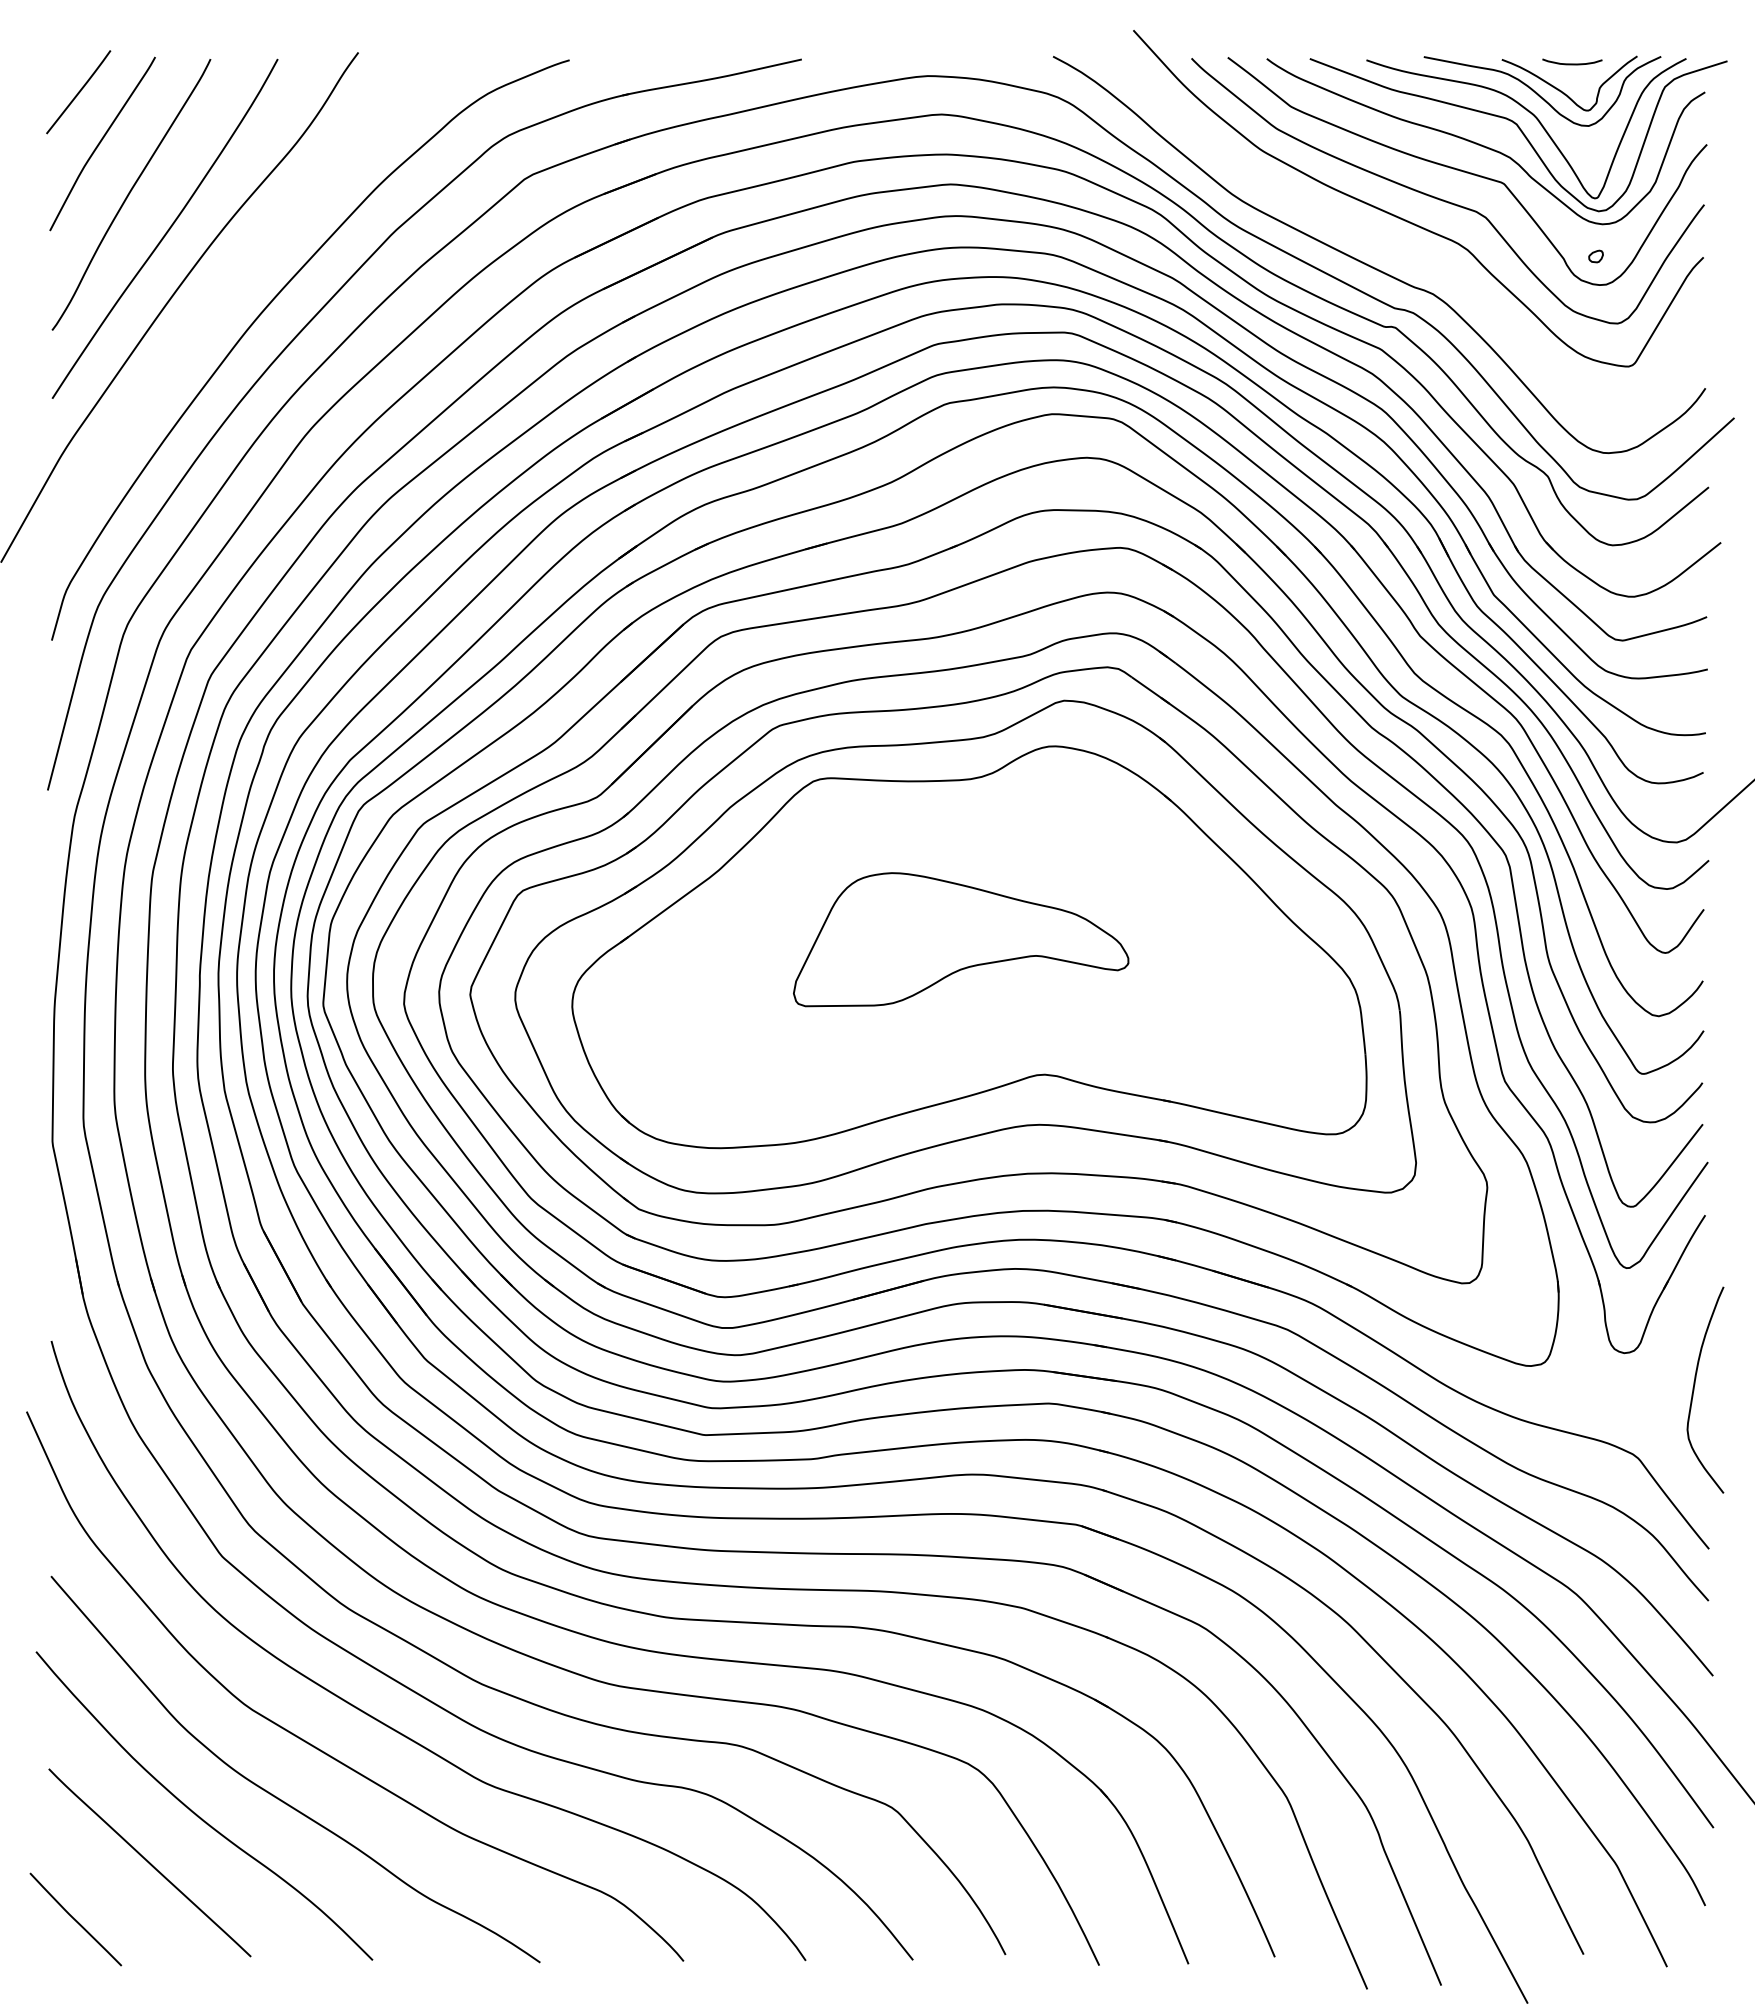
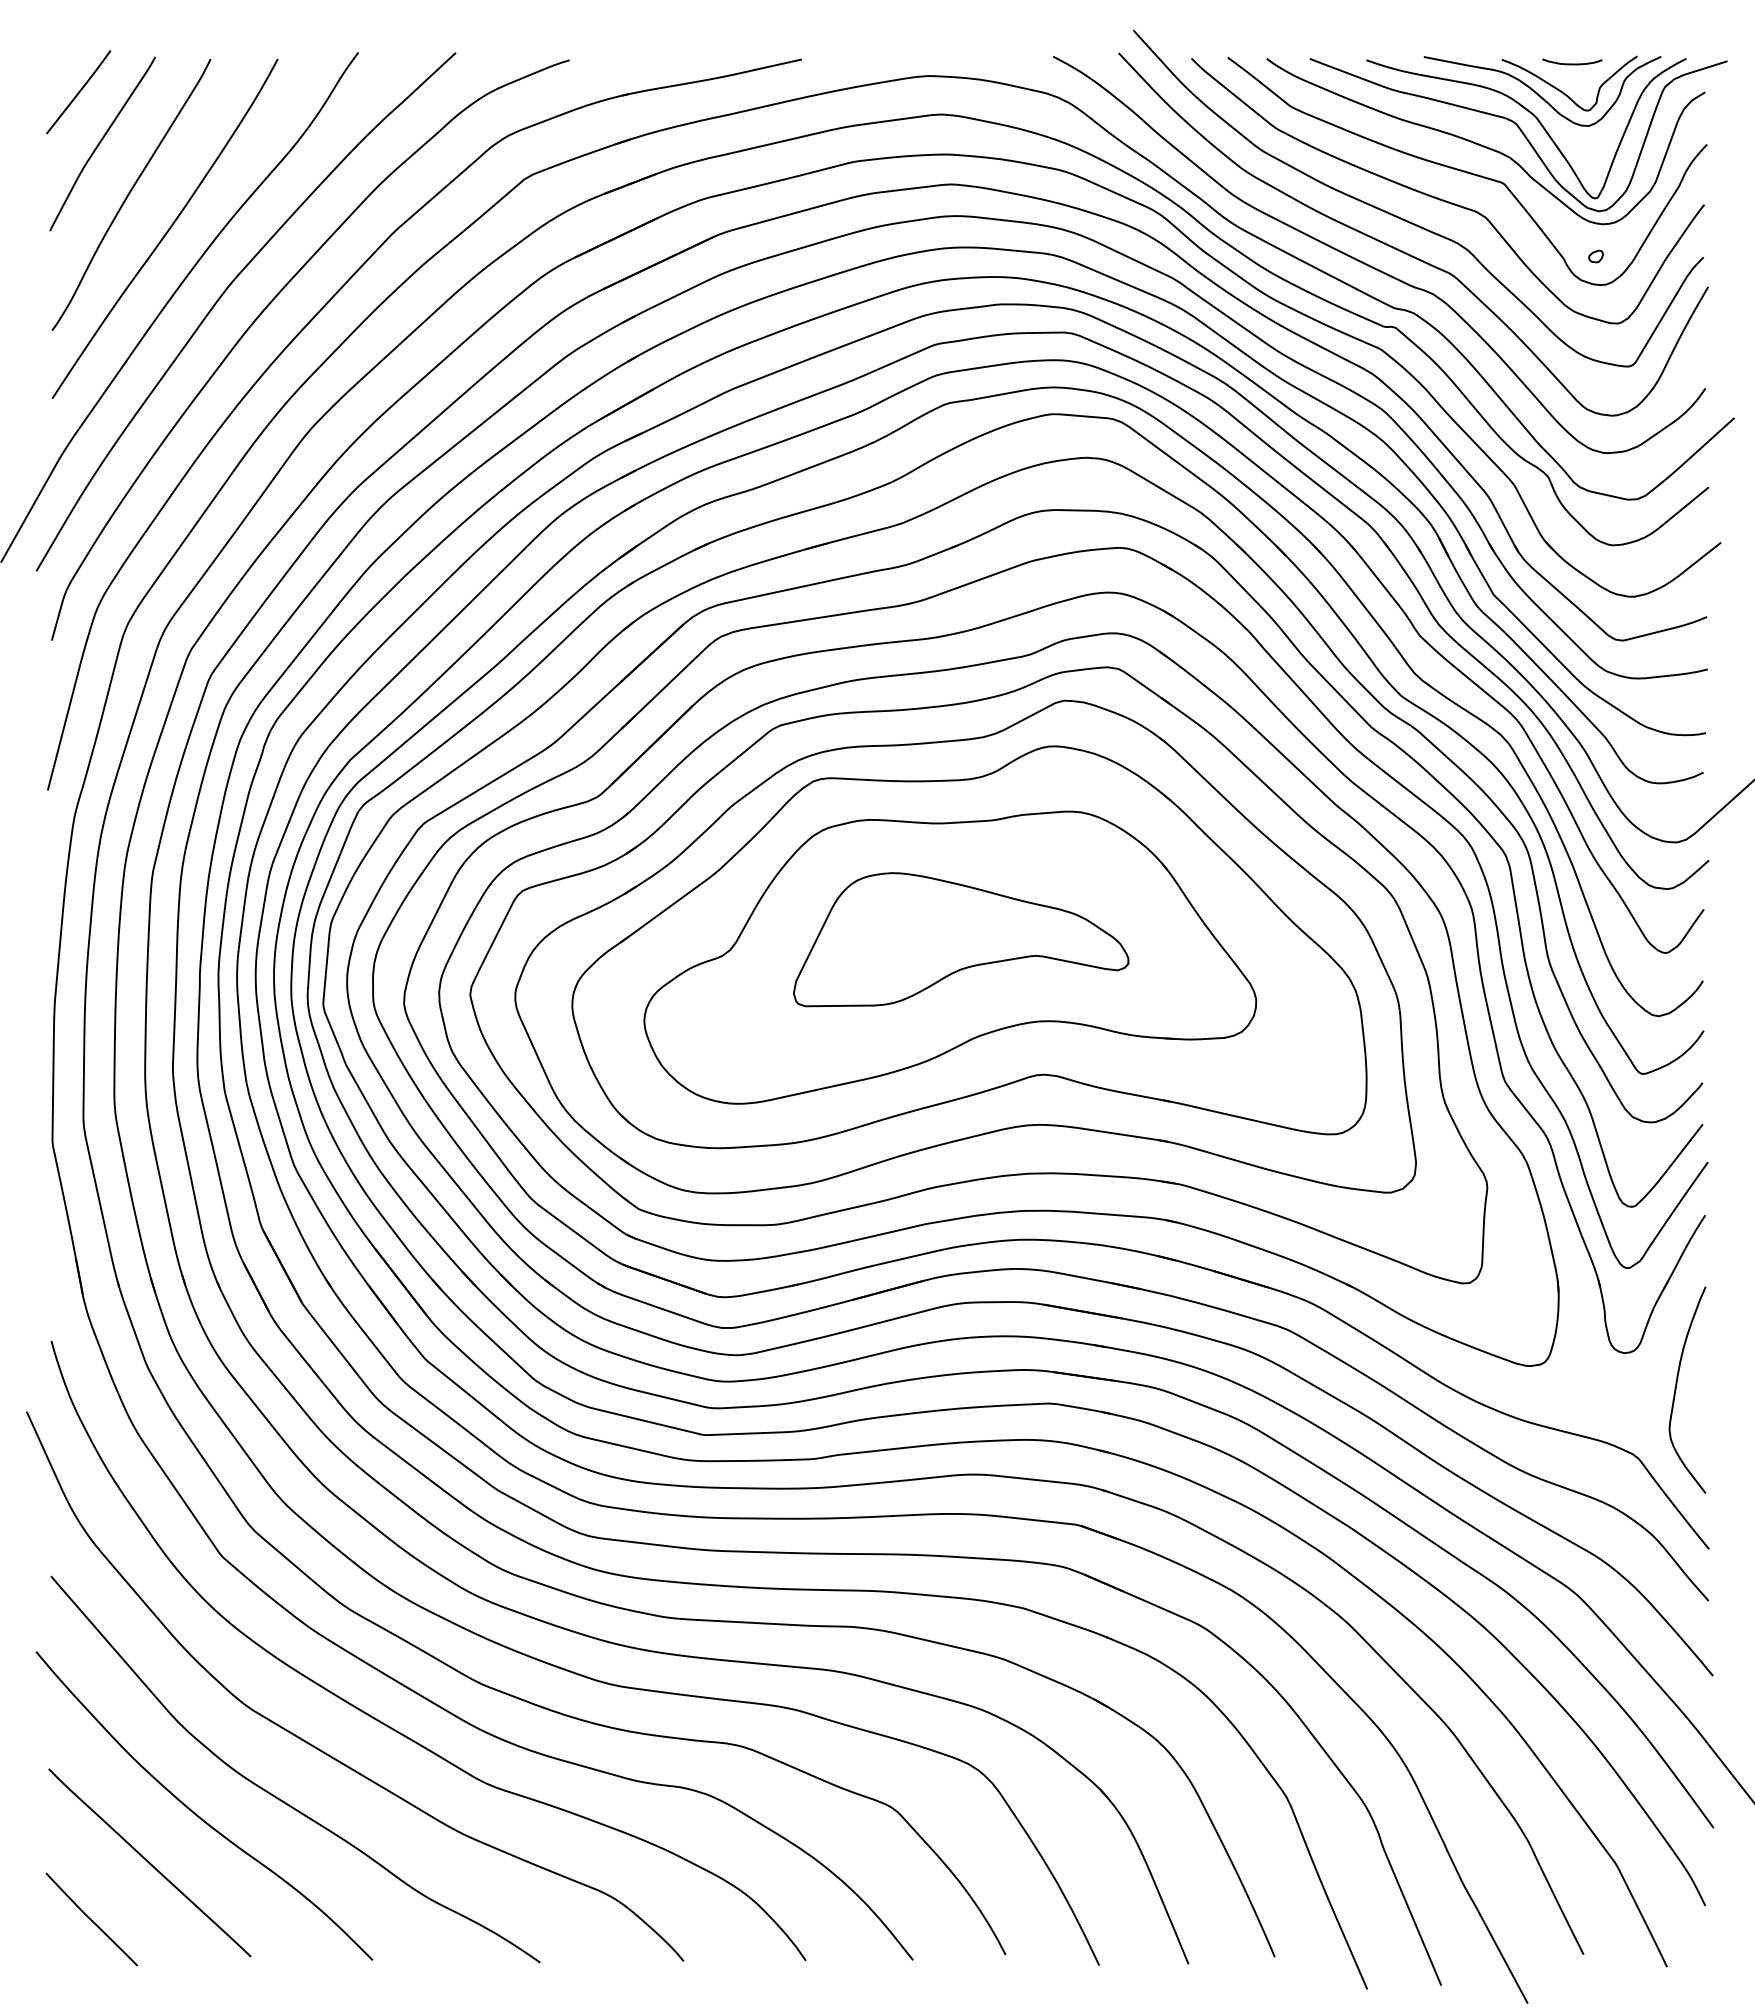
curve at (1404, 251): none -> present
curve at (222, 296): none -> present
part at (950, 957): none -> present
curve at (1694, 1389) position: (1694, 1389) -> (1676, 1389)
line at (75, 1919) position: (75, 1919) -> (91, 1919)
